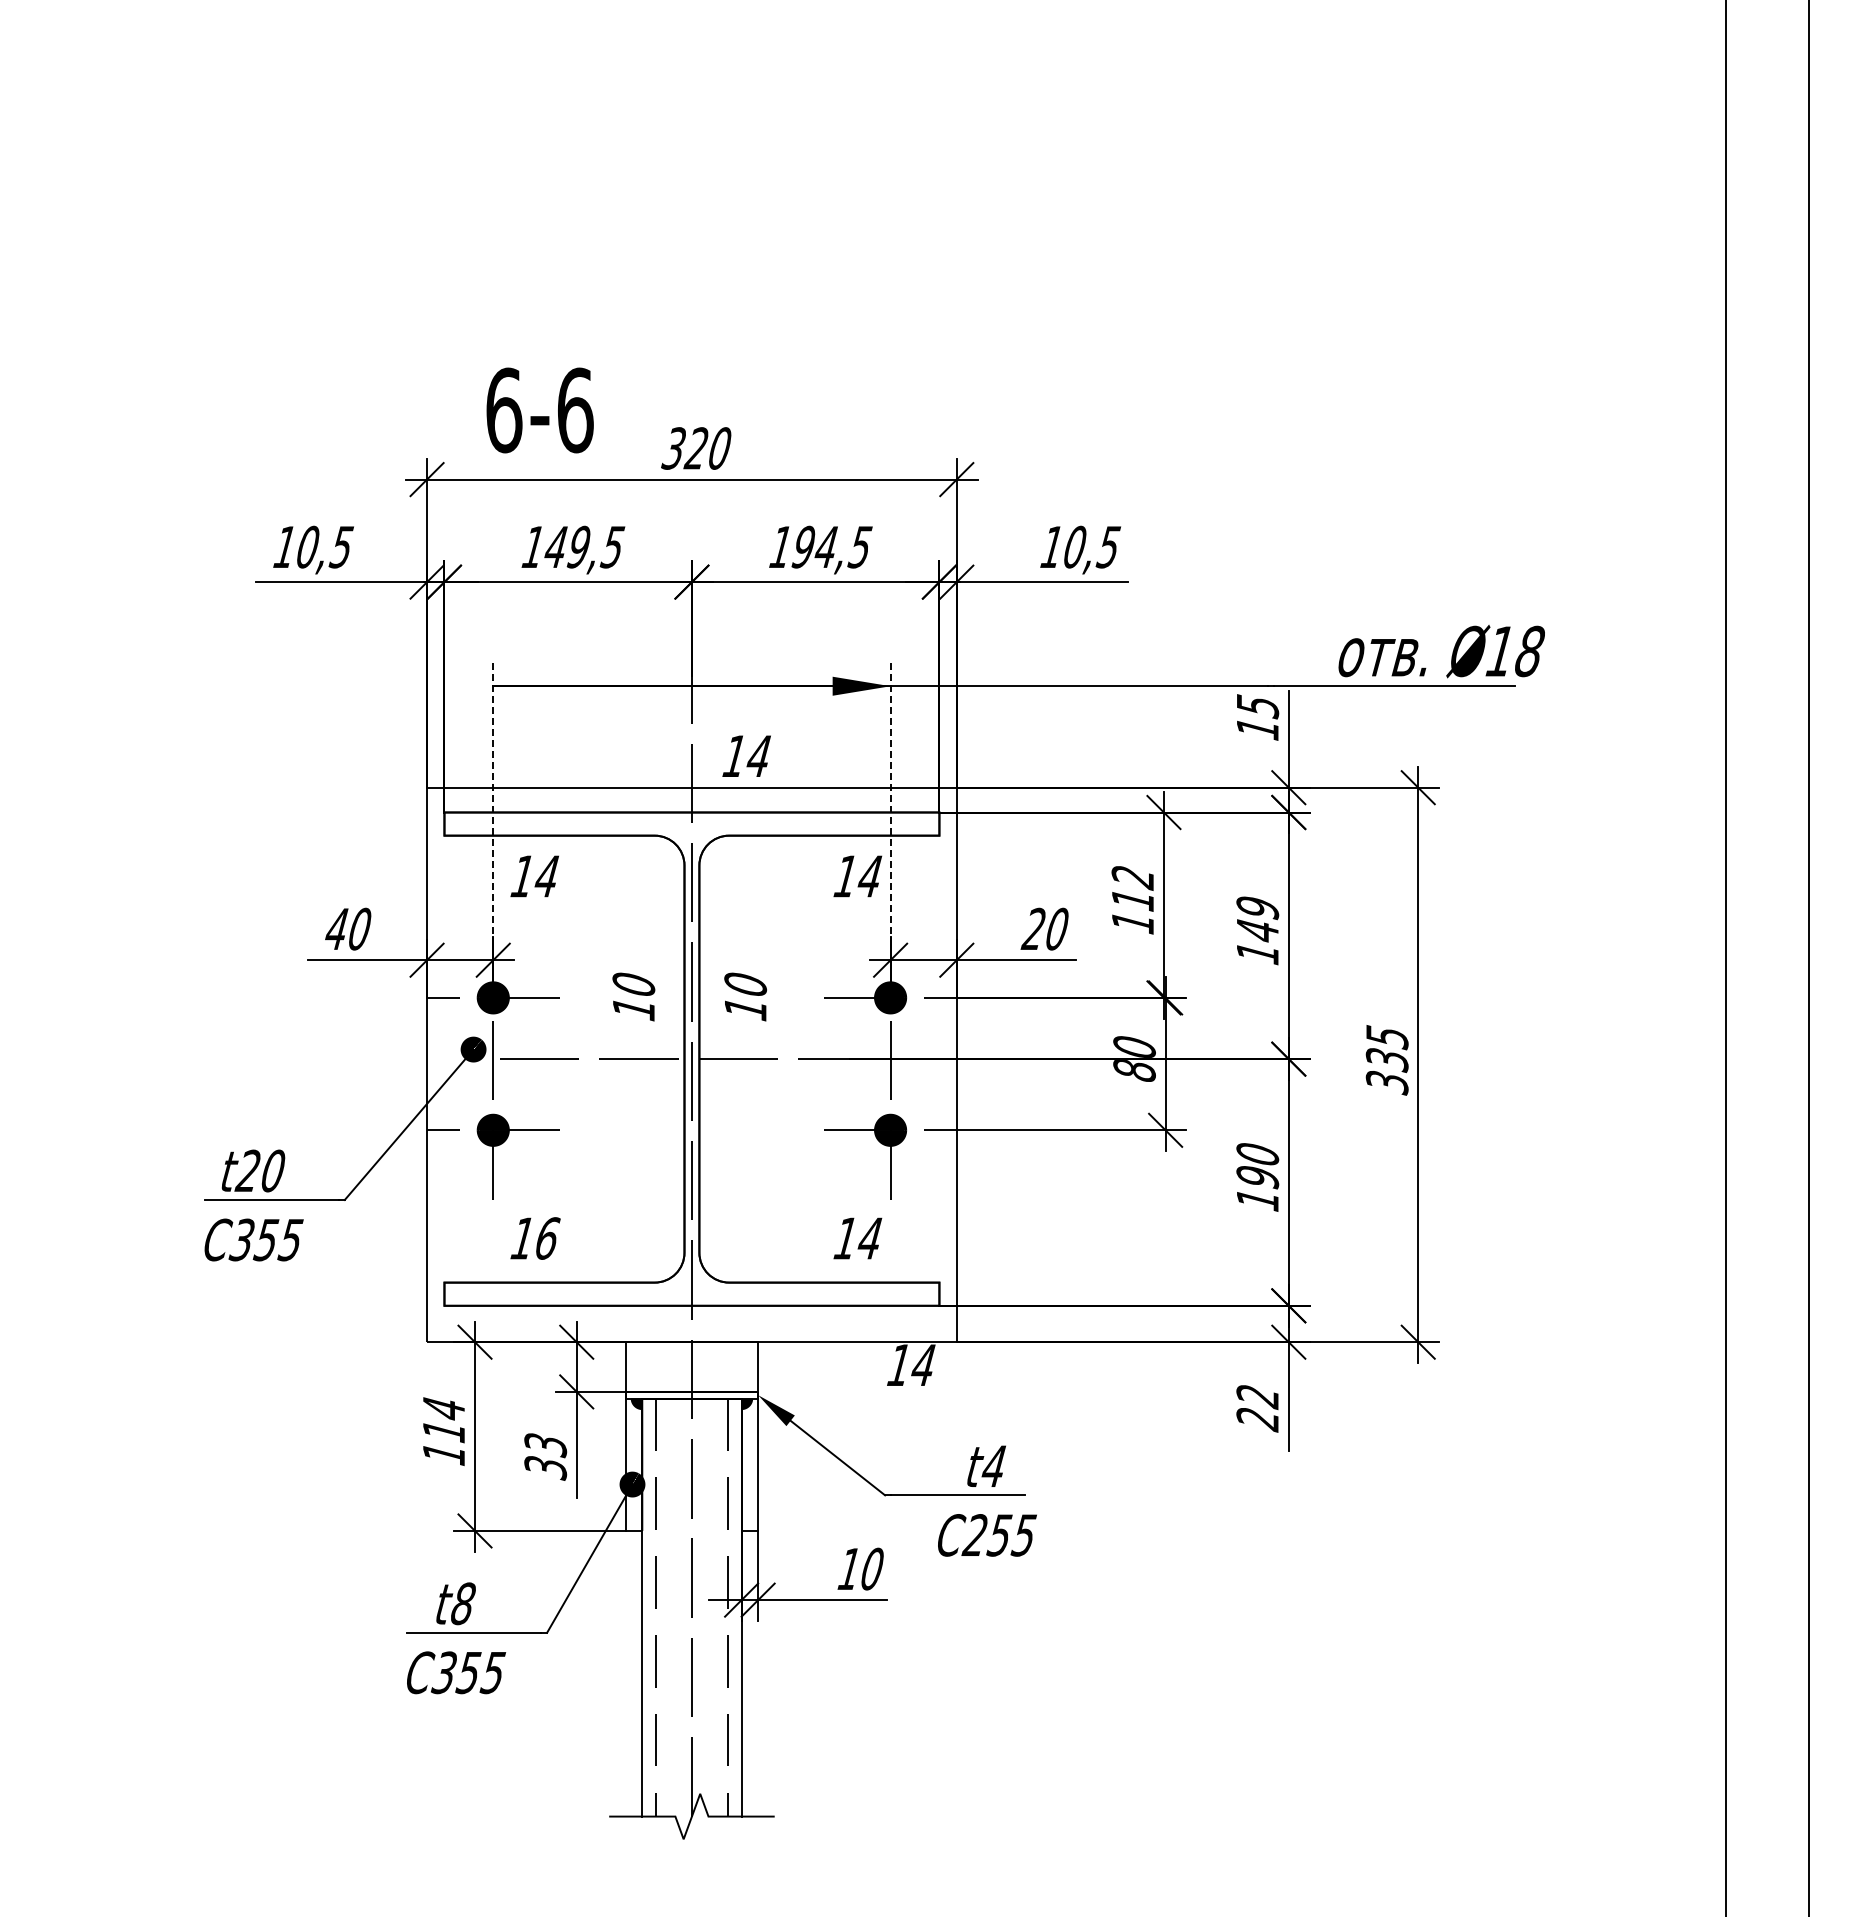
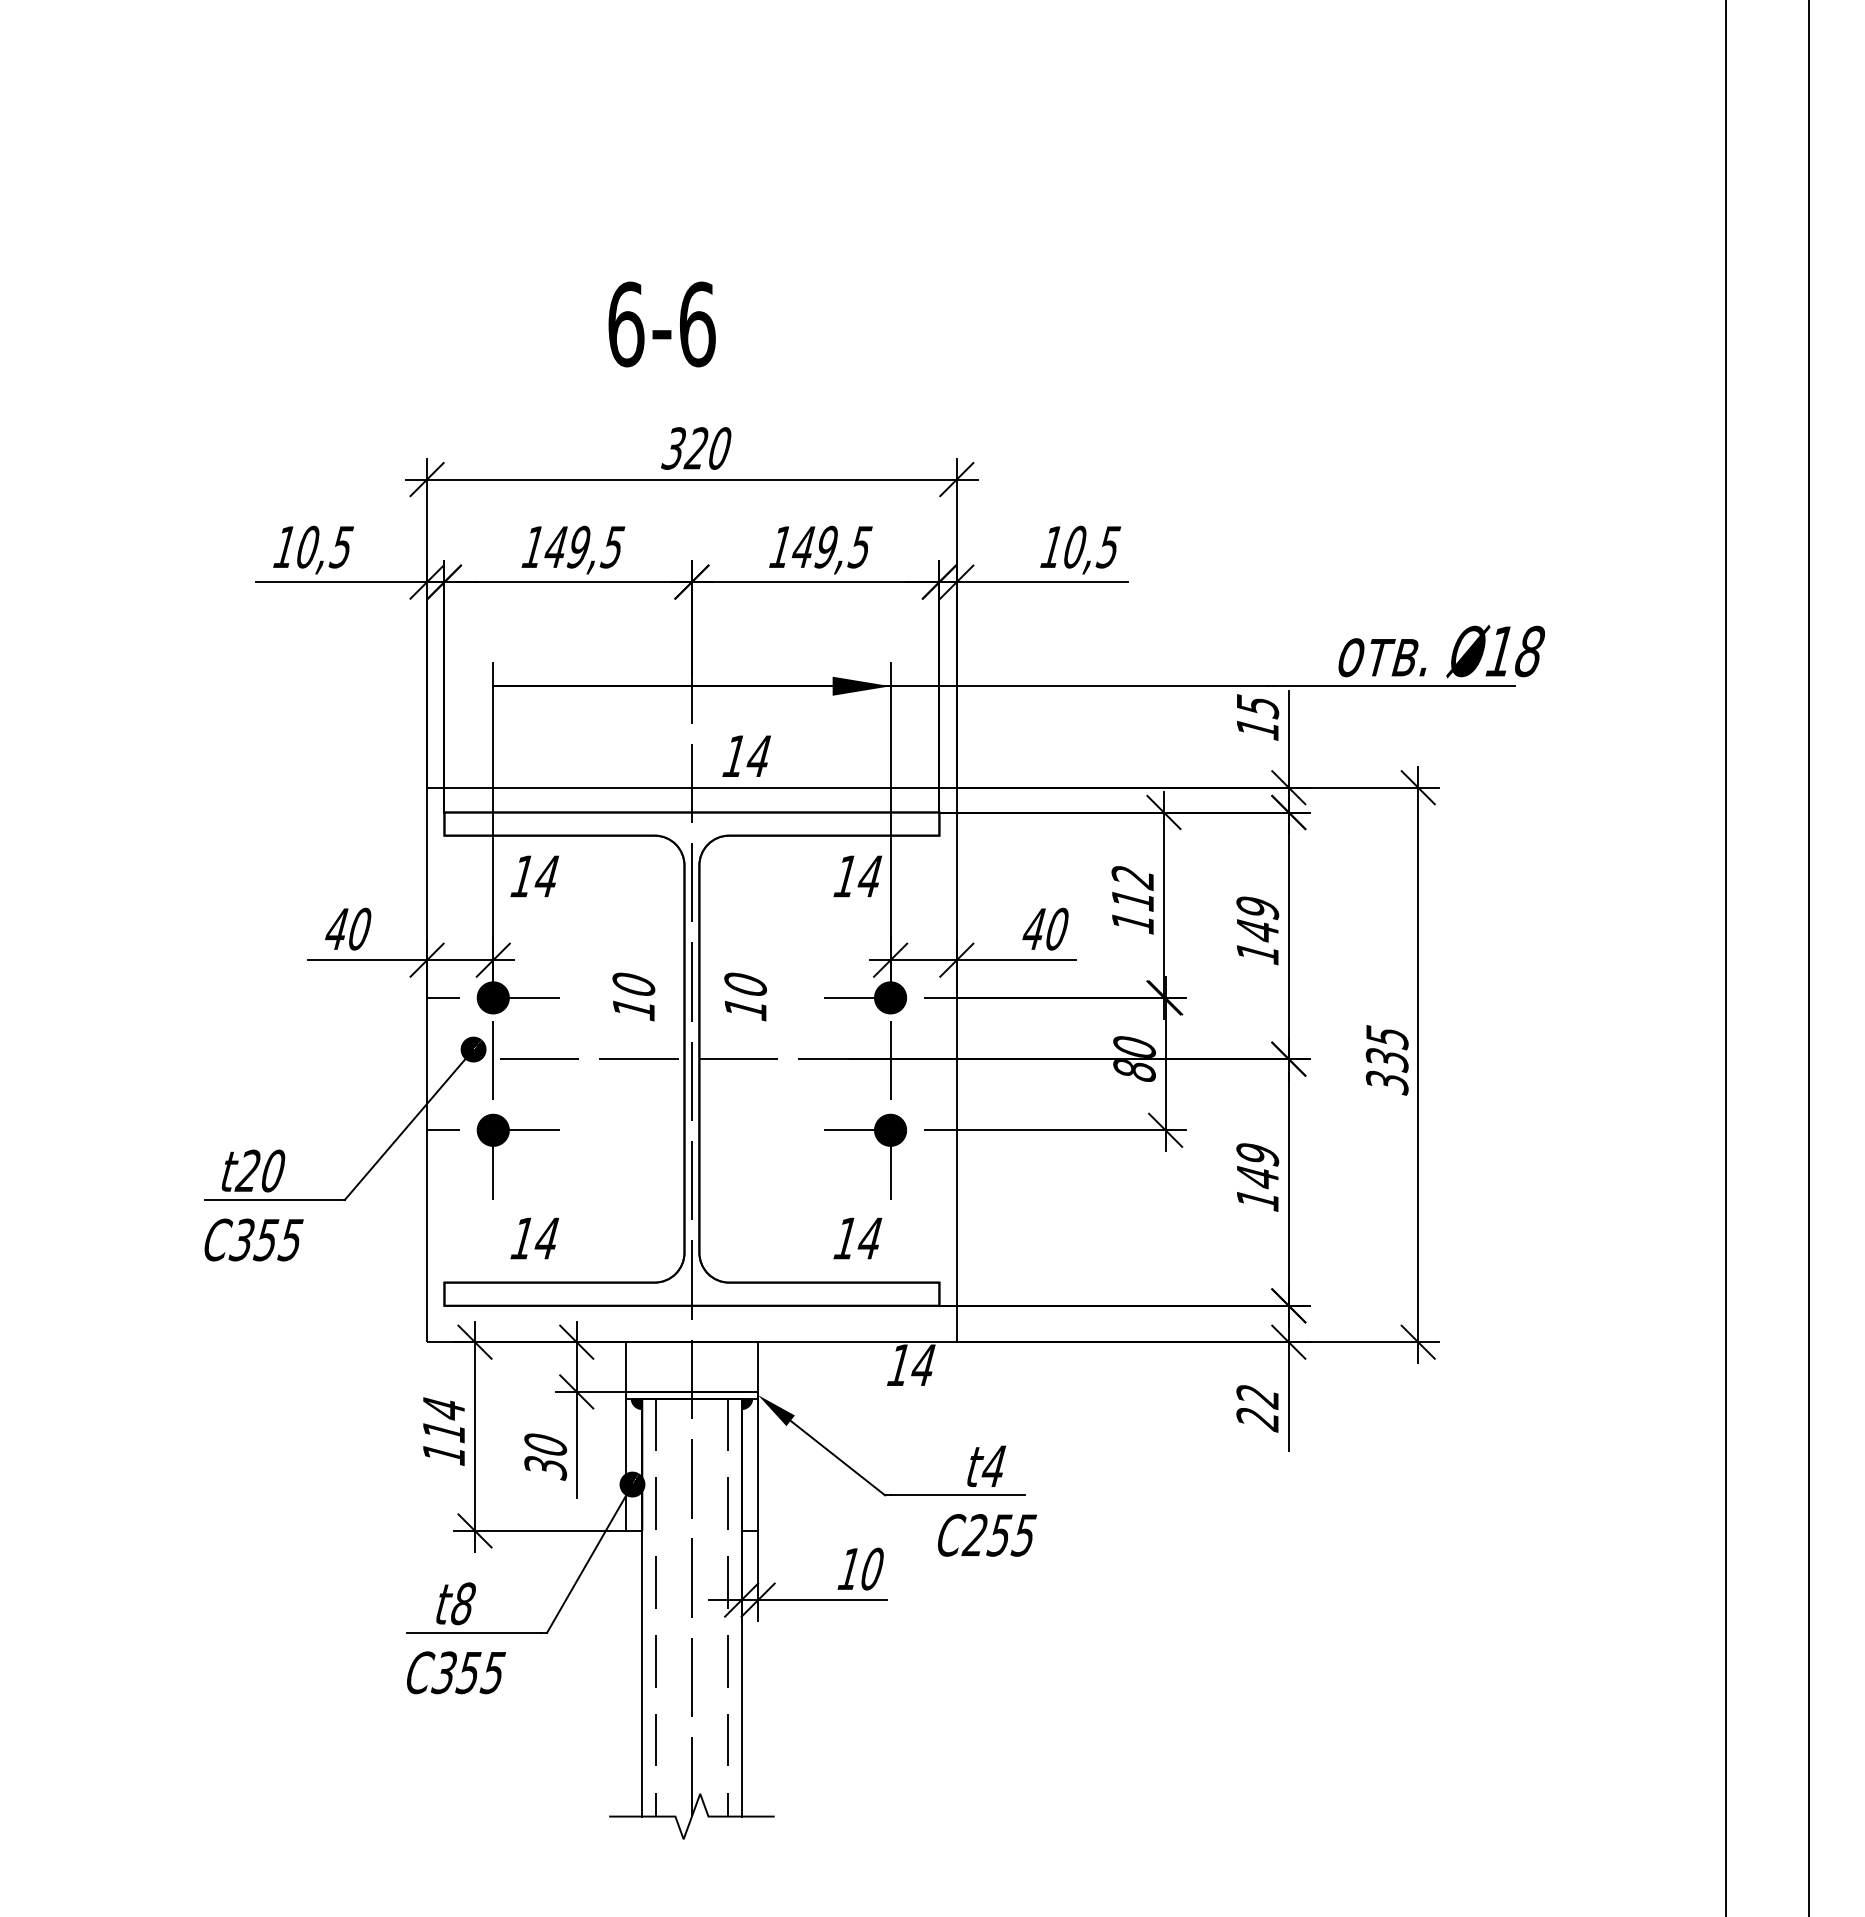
text at (539, 410) position: (539, 410) -> (661, 324)
text at (814, 546): 194,5 -> 149,5
line at (493, 803): dashed -> solid
line at (890, 803): dashed -> solid
text at (1032, 928): 20 -> 40
text at (1257, 1166): 190 -> 149
text at (547, 1238): 16 -> 14
text at (545, 1445): 33 -> 30
